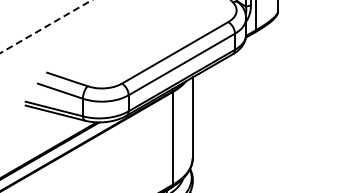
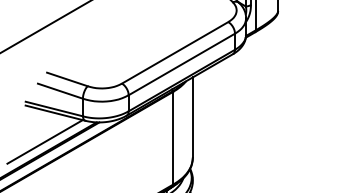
line at (45, 26): dashed -> solid
line at (44, 141): none -> present
